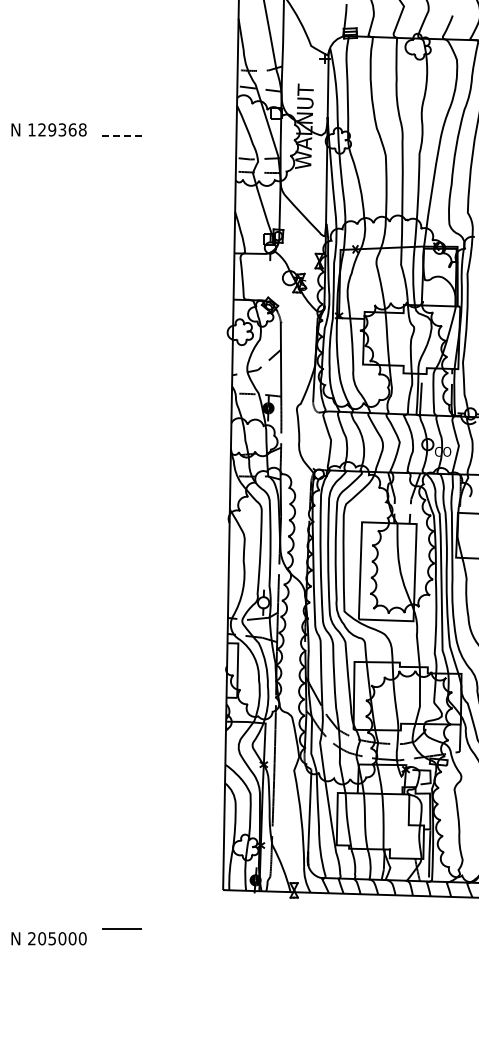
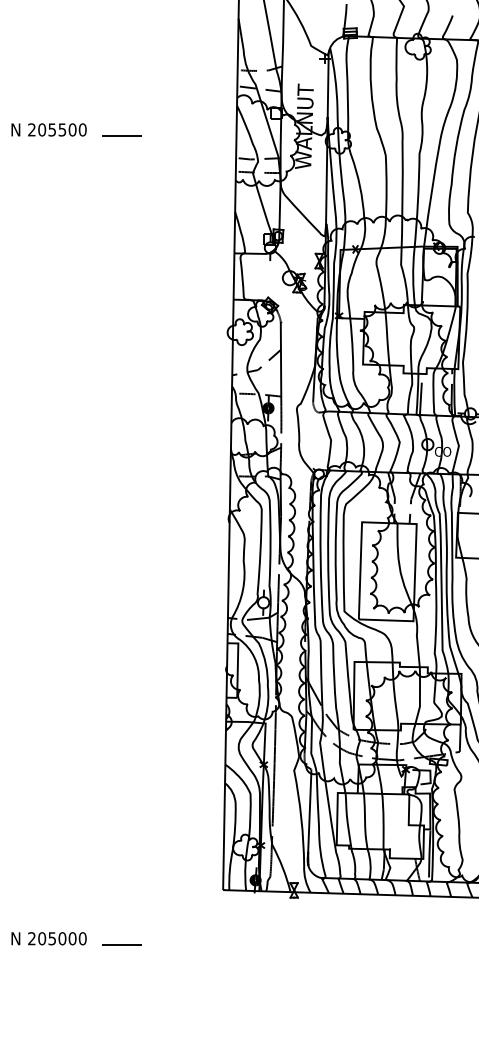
text at (57, 129): 129368 -> 205500
line at (121, 136): dashed -> solid
line at (121, 928) position: (121, 928) -> (121, 944)
